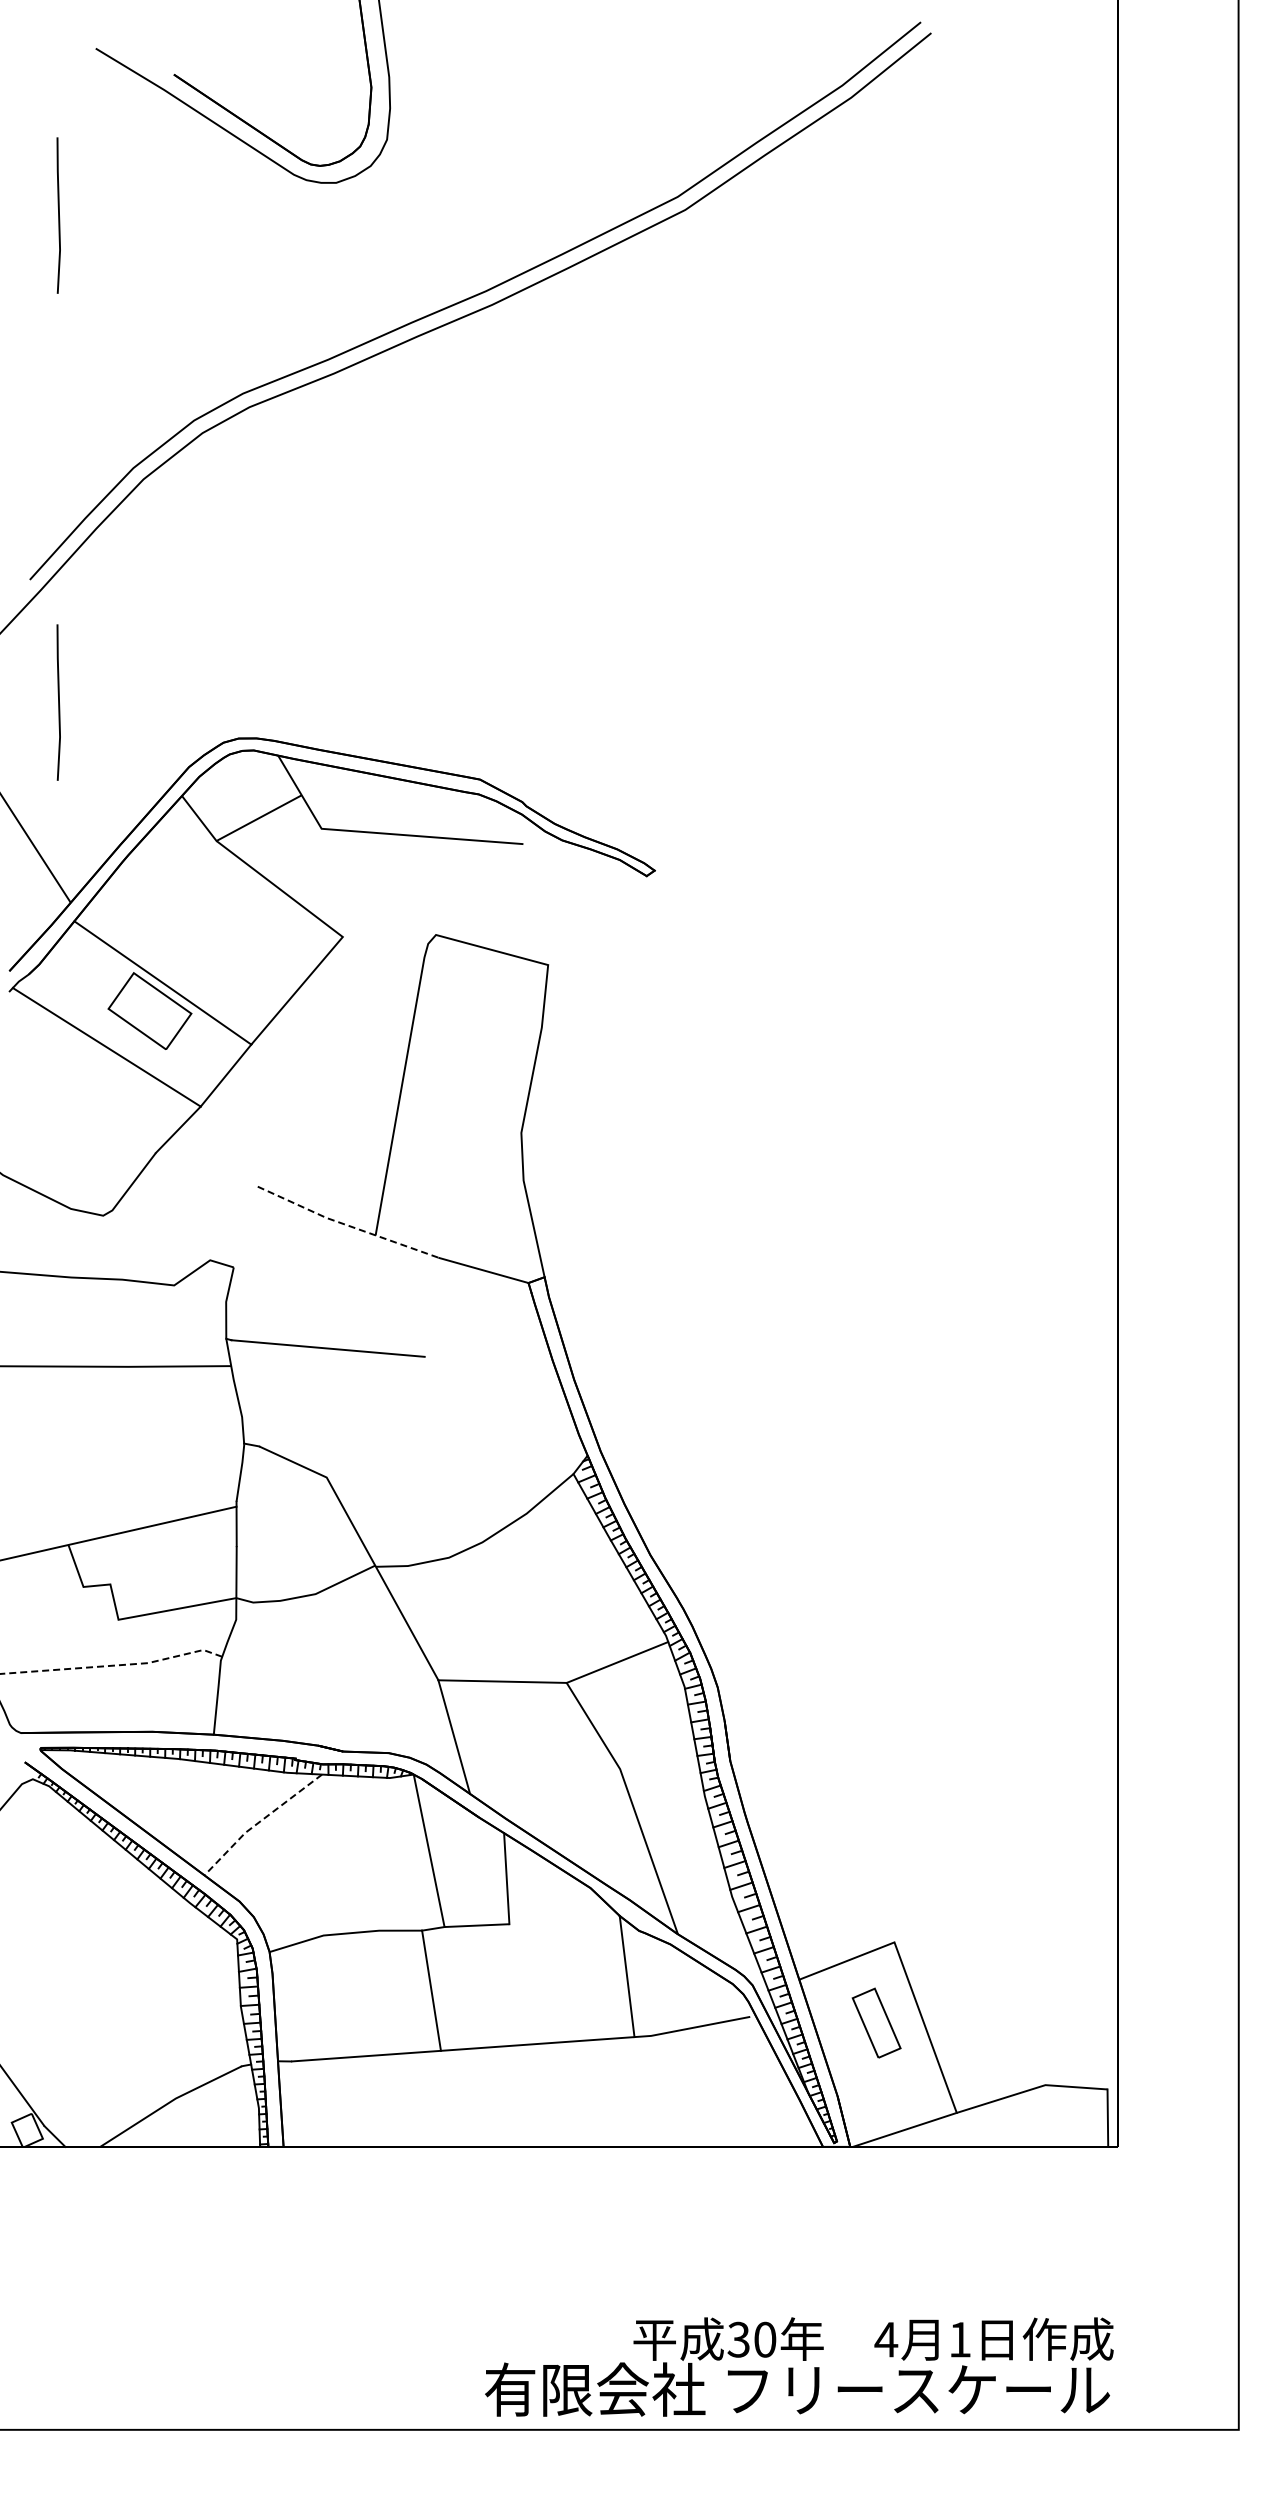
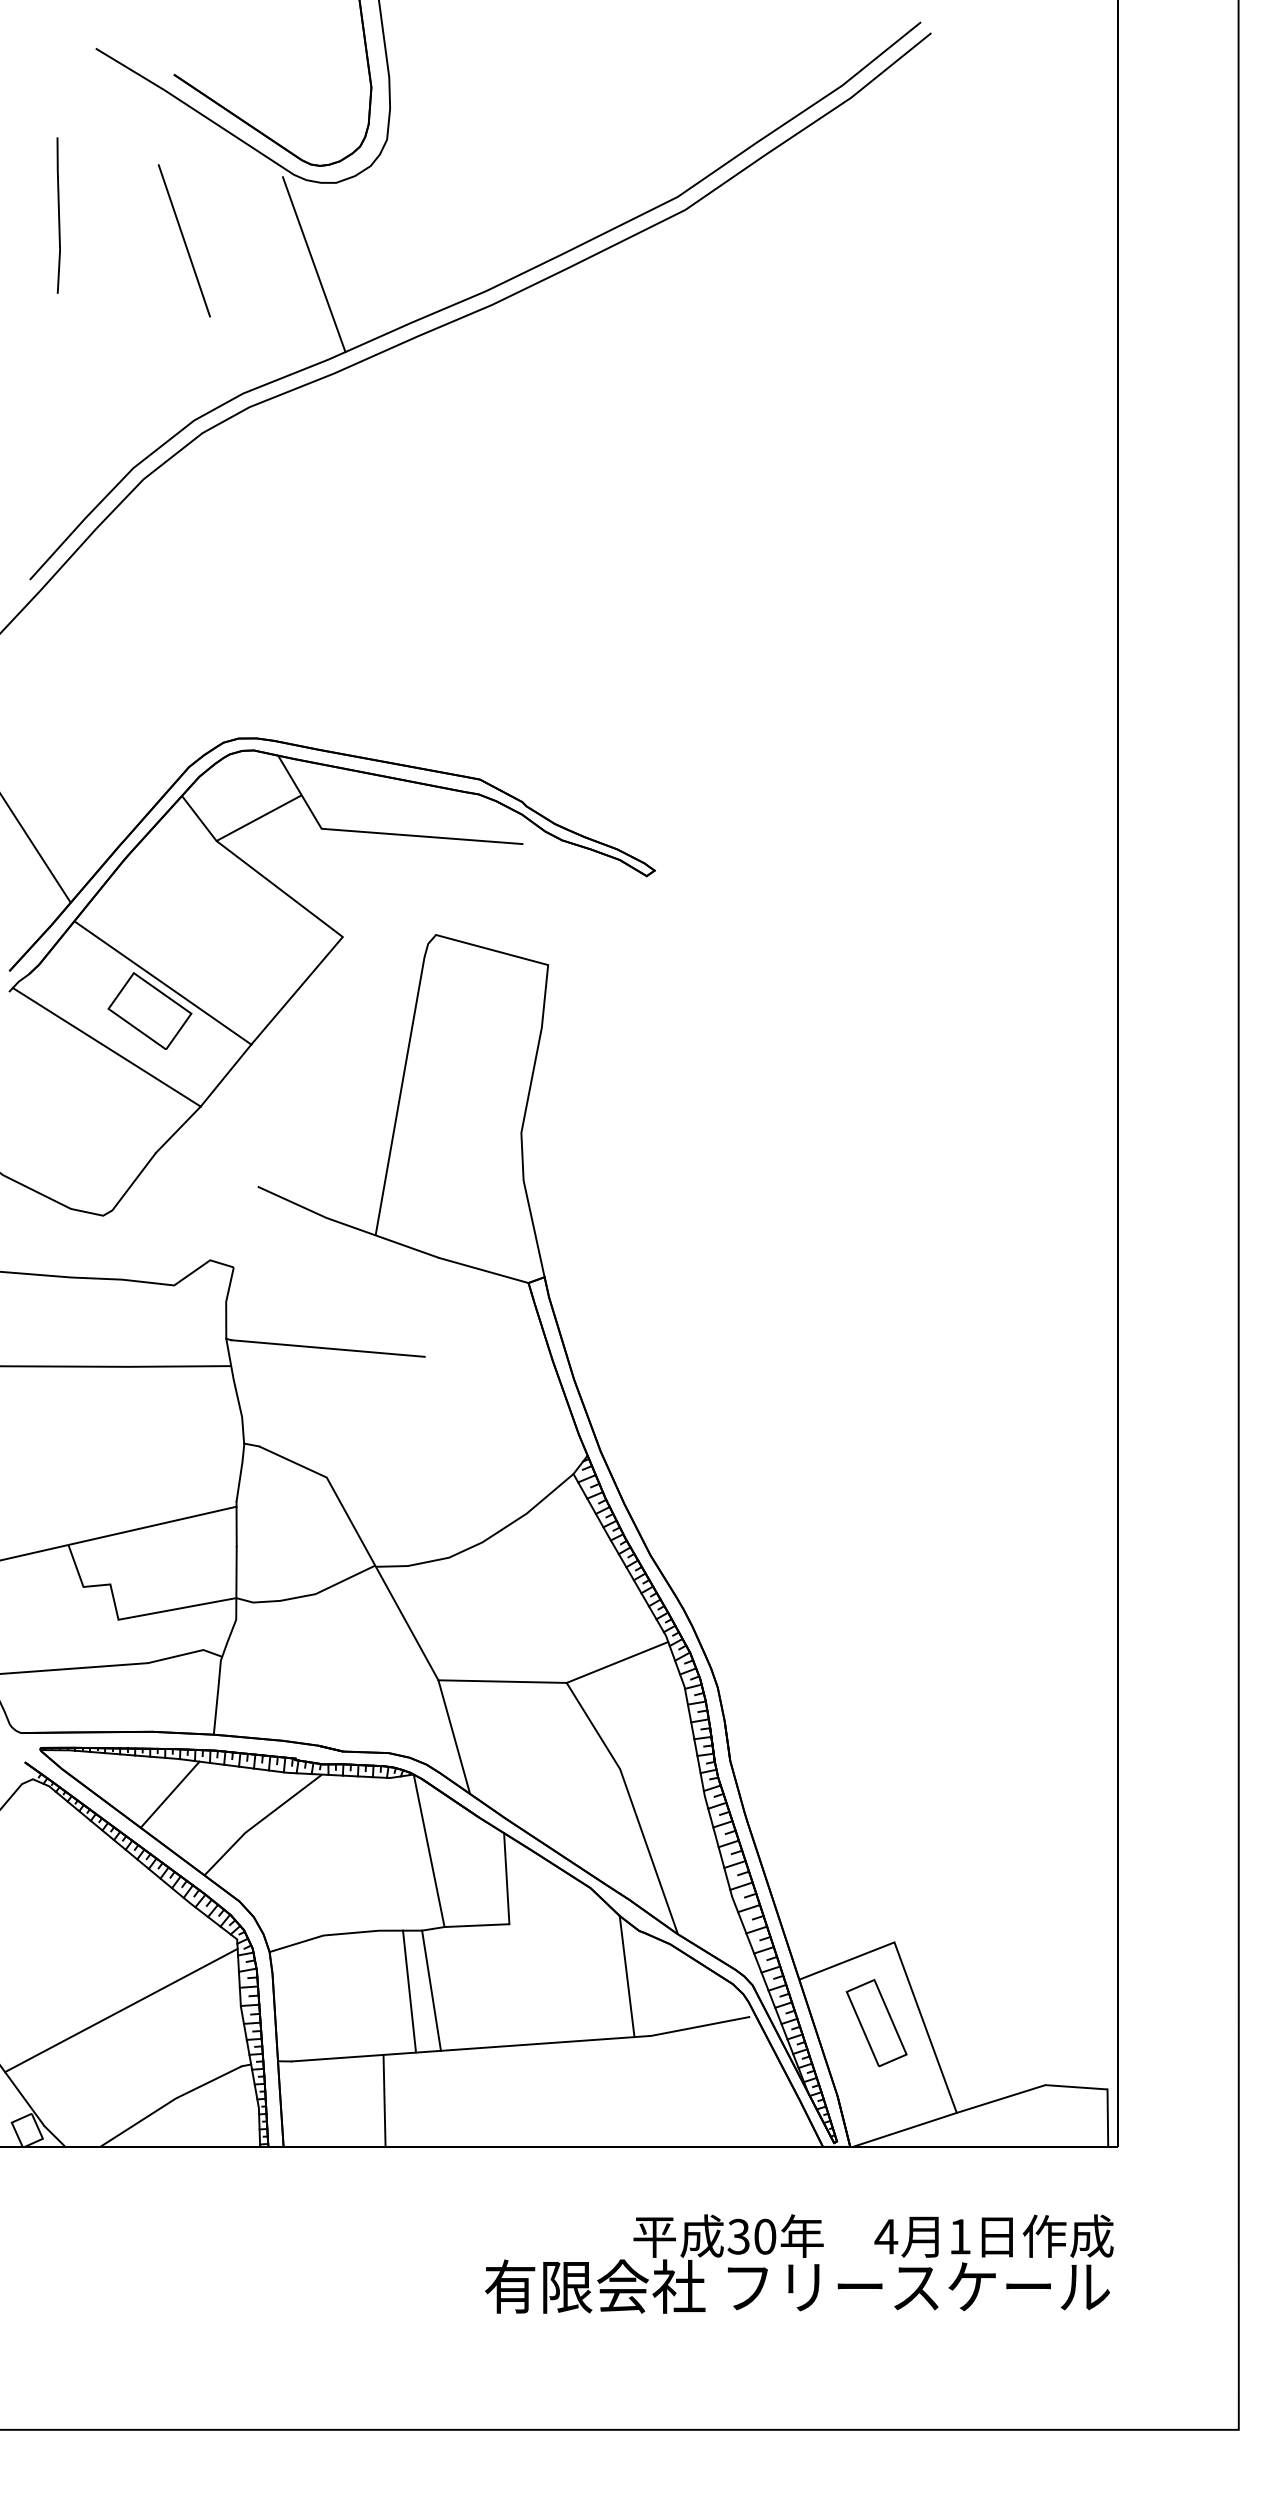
line at (183, 240): none -> present
line at (313, 264): none -> present
line at (58, 702): present -> none
line at (347, 1225): dashed -> solid
line at (114, 1665): dashed -> solid
line at (169, 1794): none -> present
line at (259, 1822): dashed -> solid
line at (409, 1991): none -> present
line at (121, 2010): none -> present
part at (876, 2022) size: 51x72 px -> 63x89 px
line at (384, 2100): none -> present
text at (799, 2366) position: (799, 2366) -> (799, 2263)
